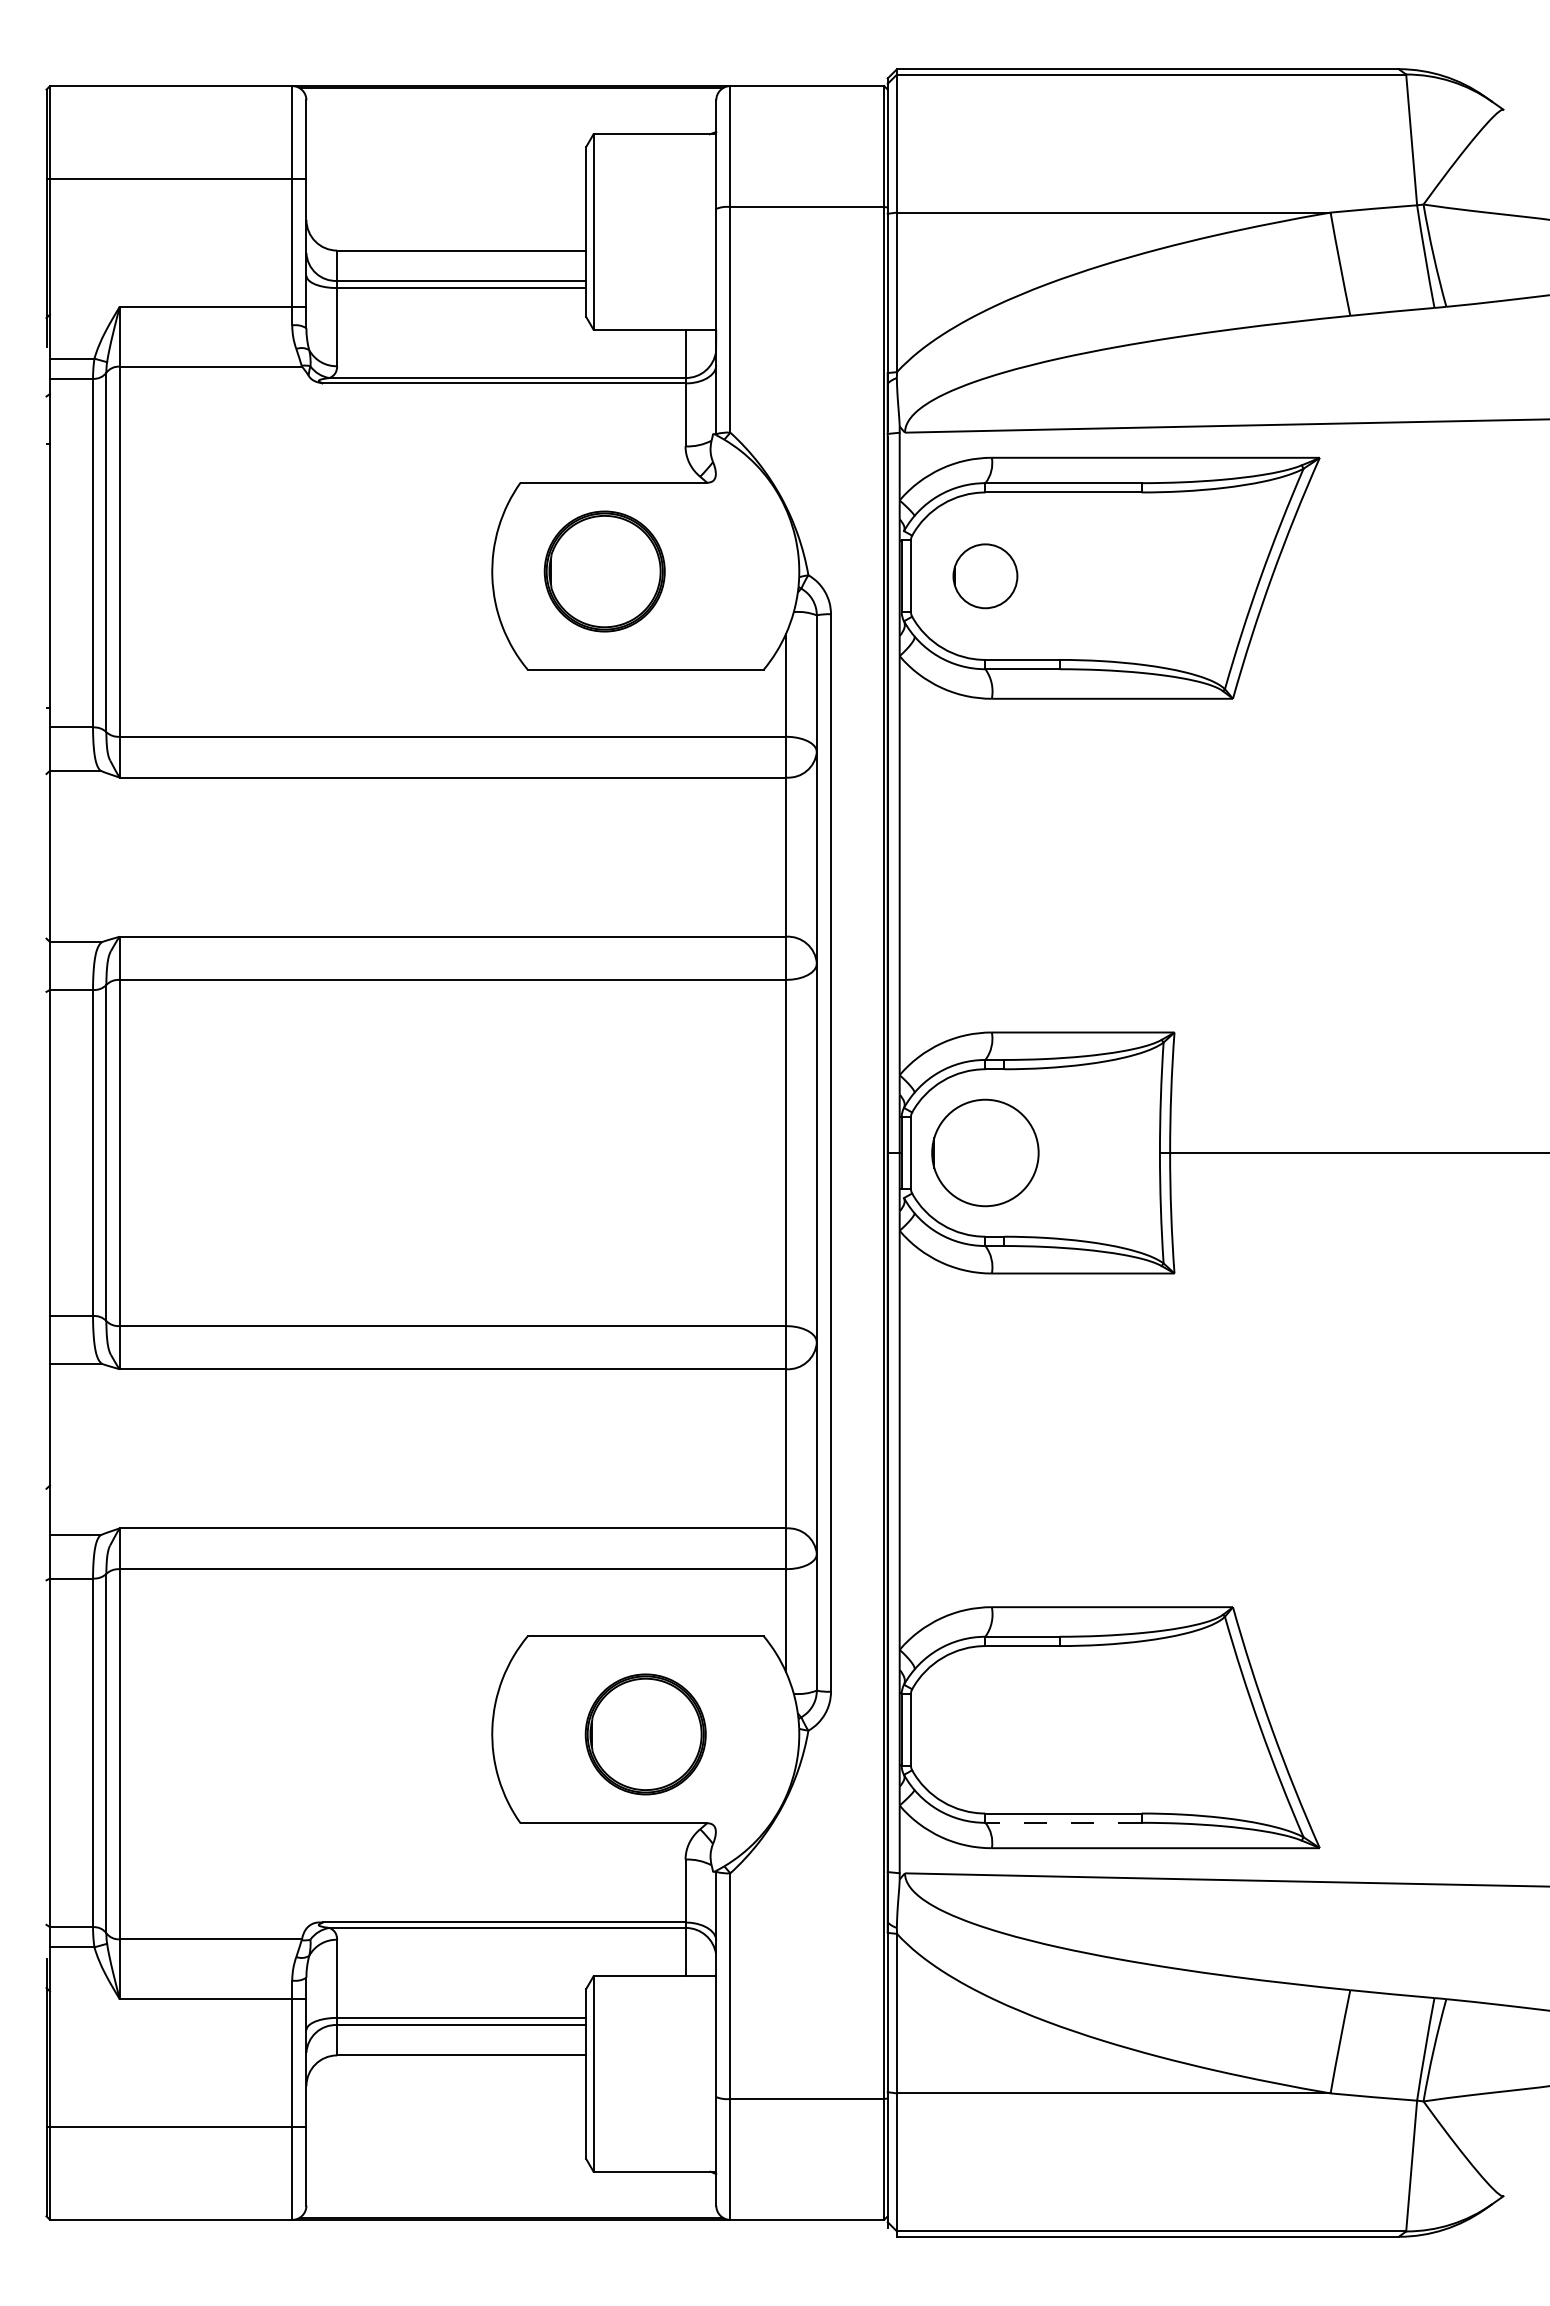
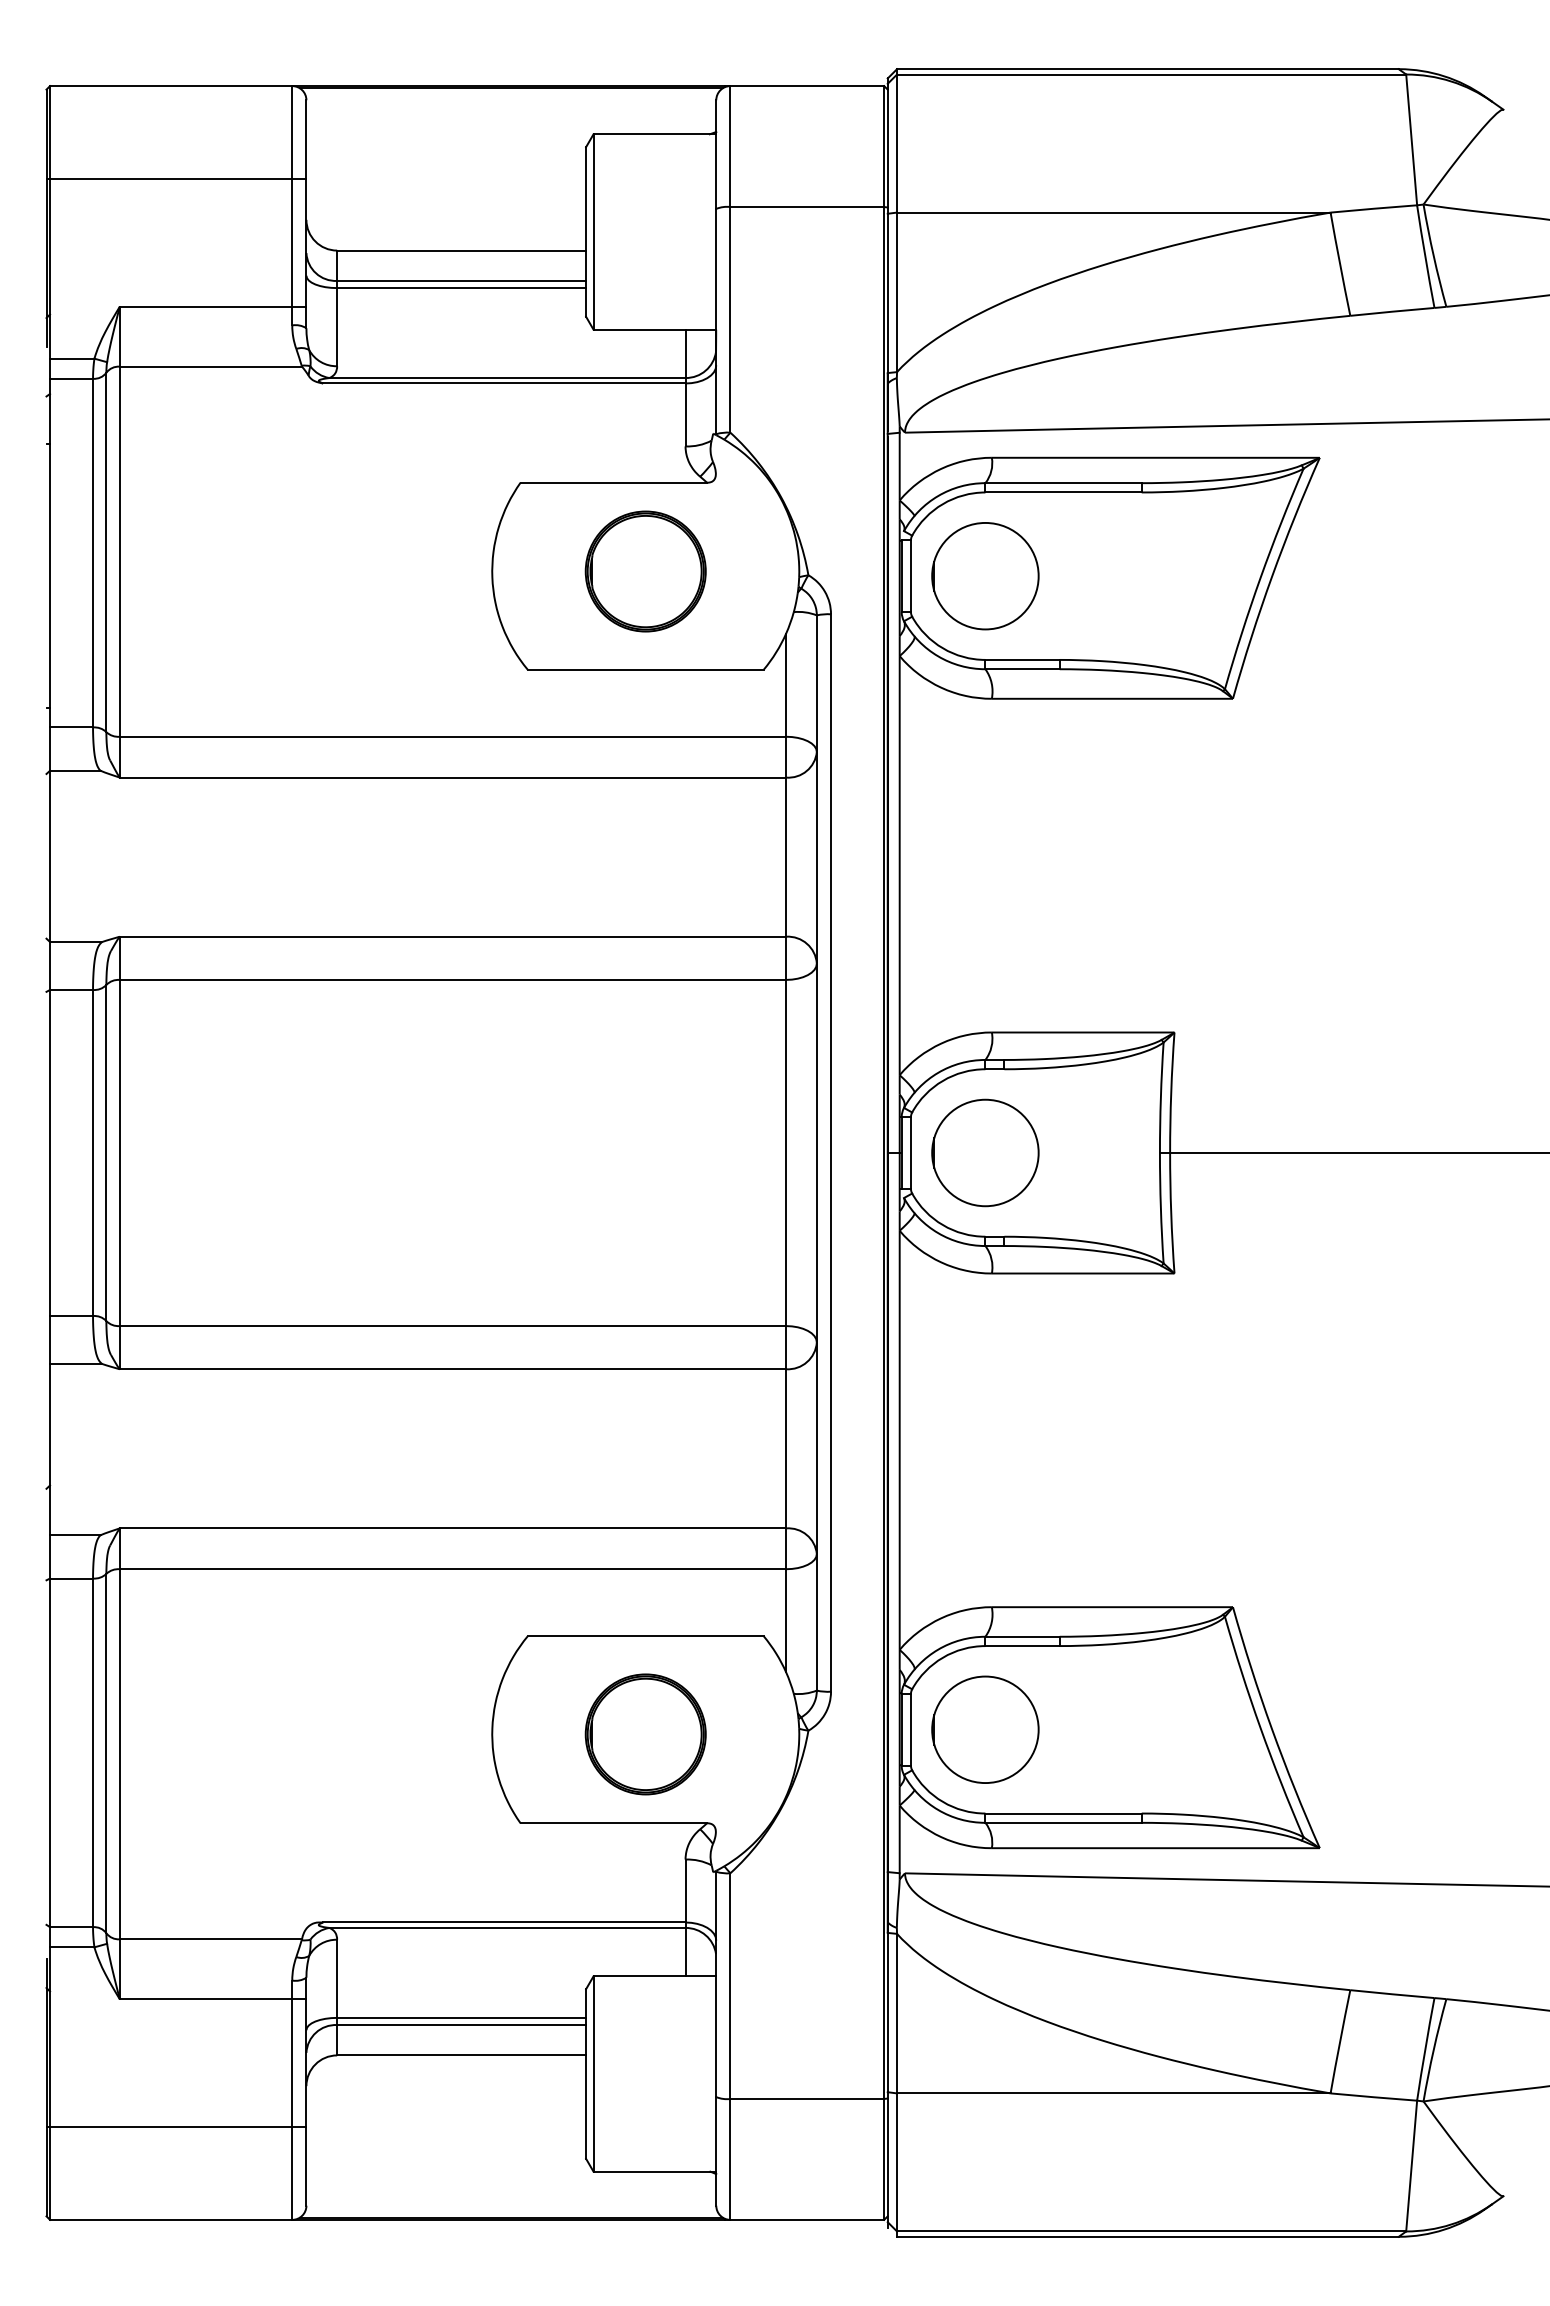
part at (604, 571) position: (604, 571) -> (645, 571)
circle at (985, 576) size: 67x67 px -> 109x109 px
circle at (985, 1729): none -> present
line at (1063, 1822): dashed -> solid
